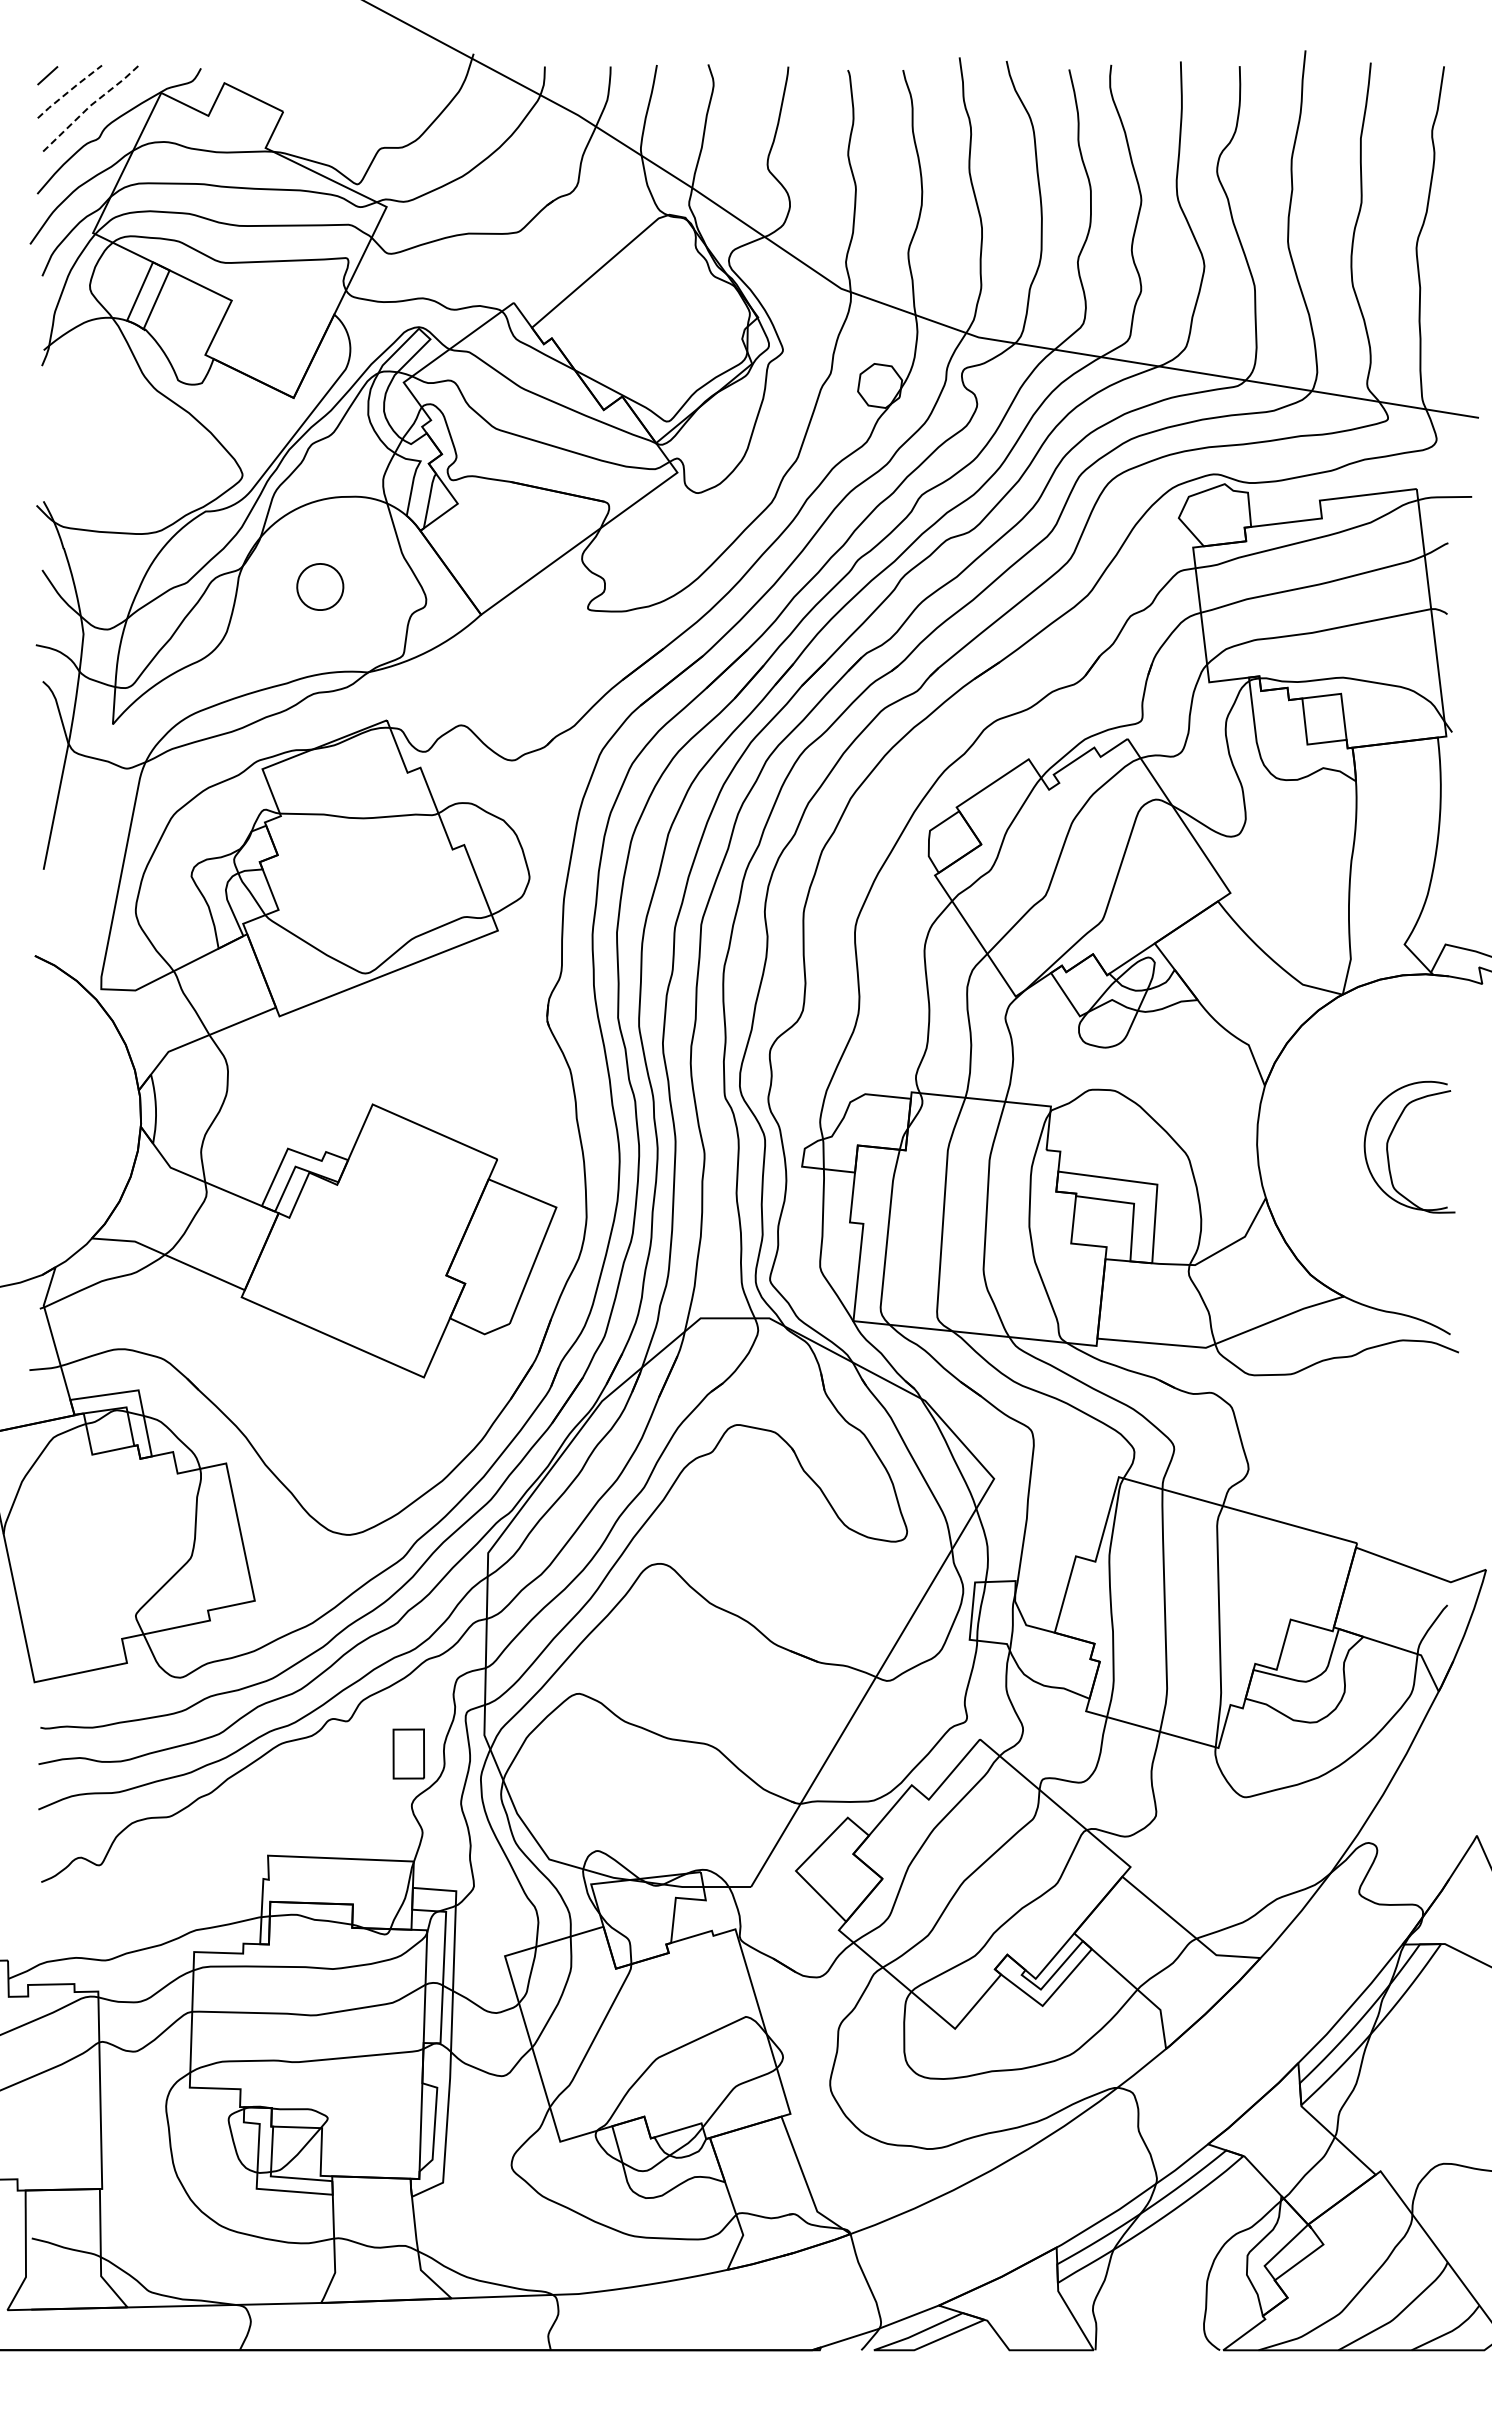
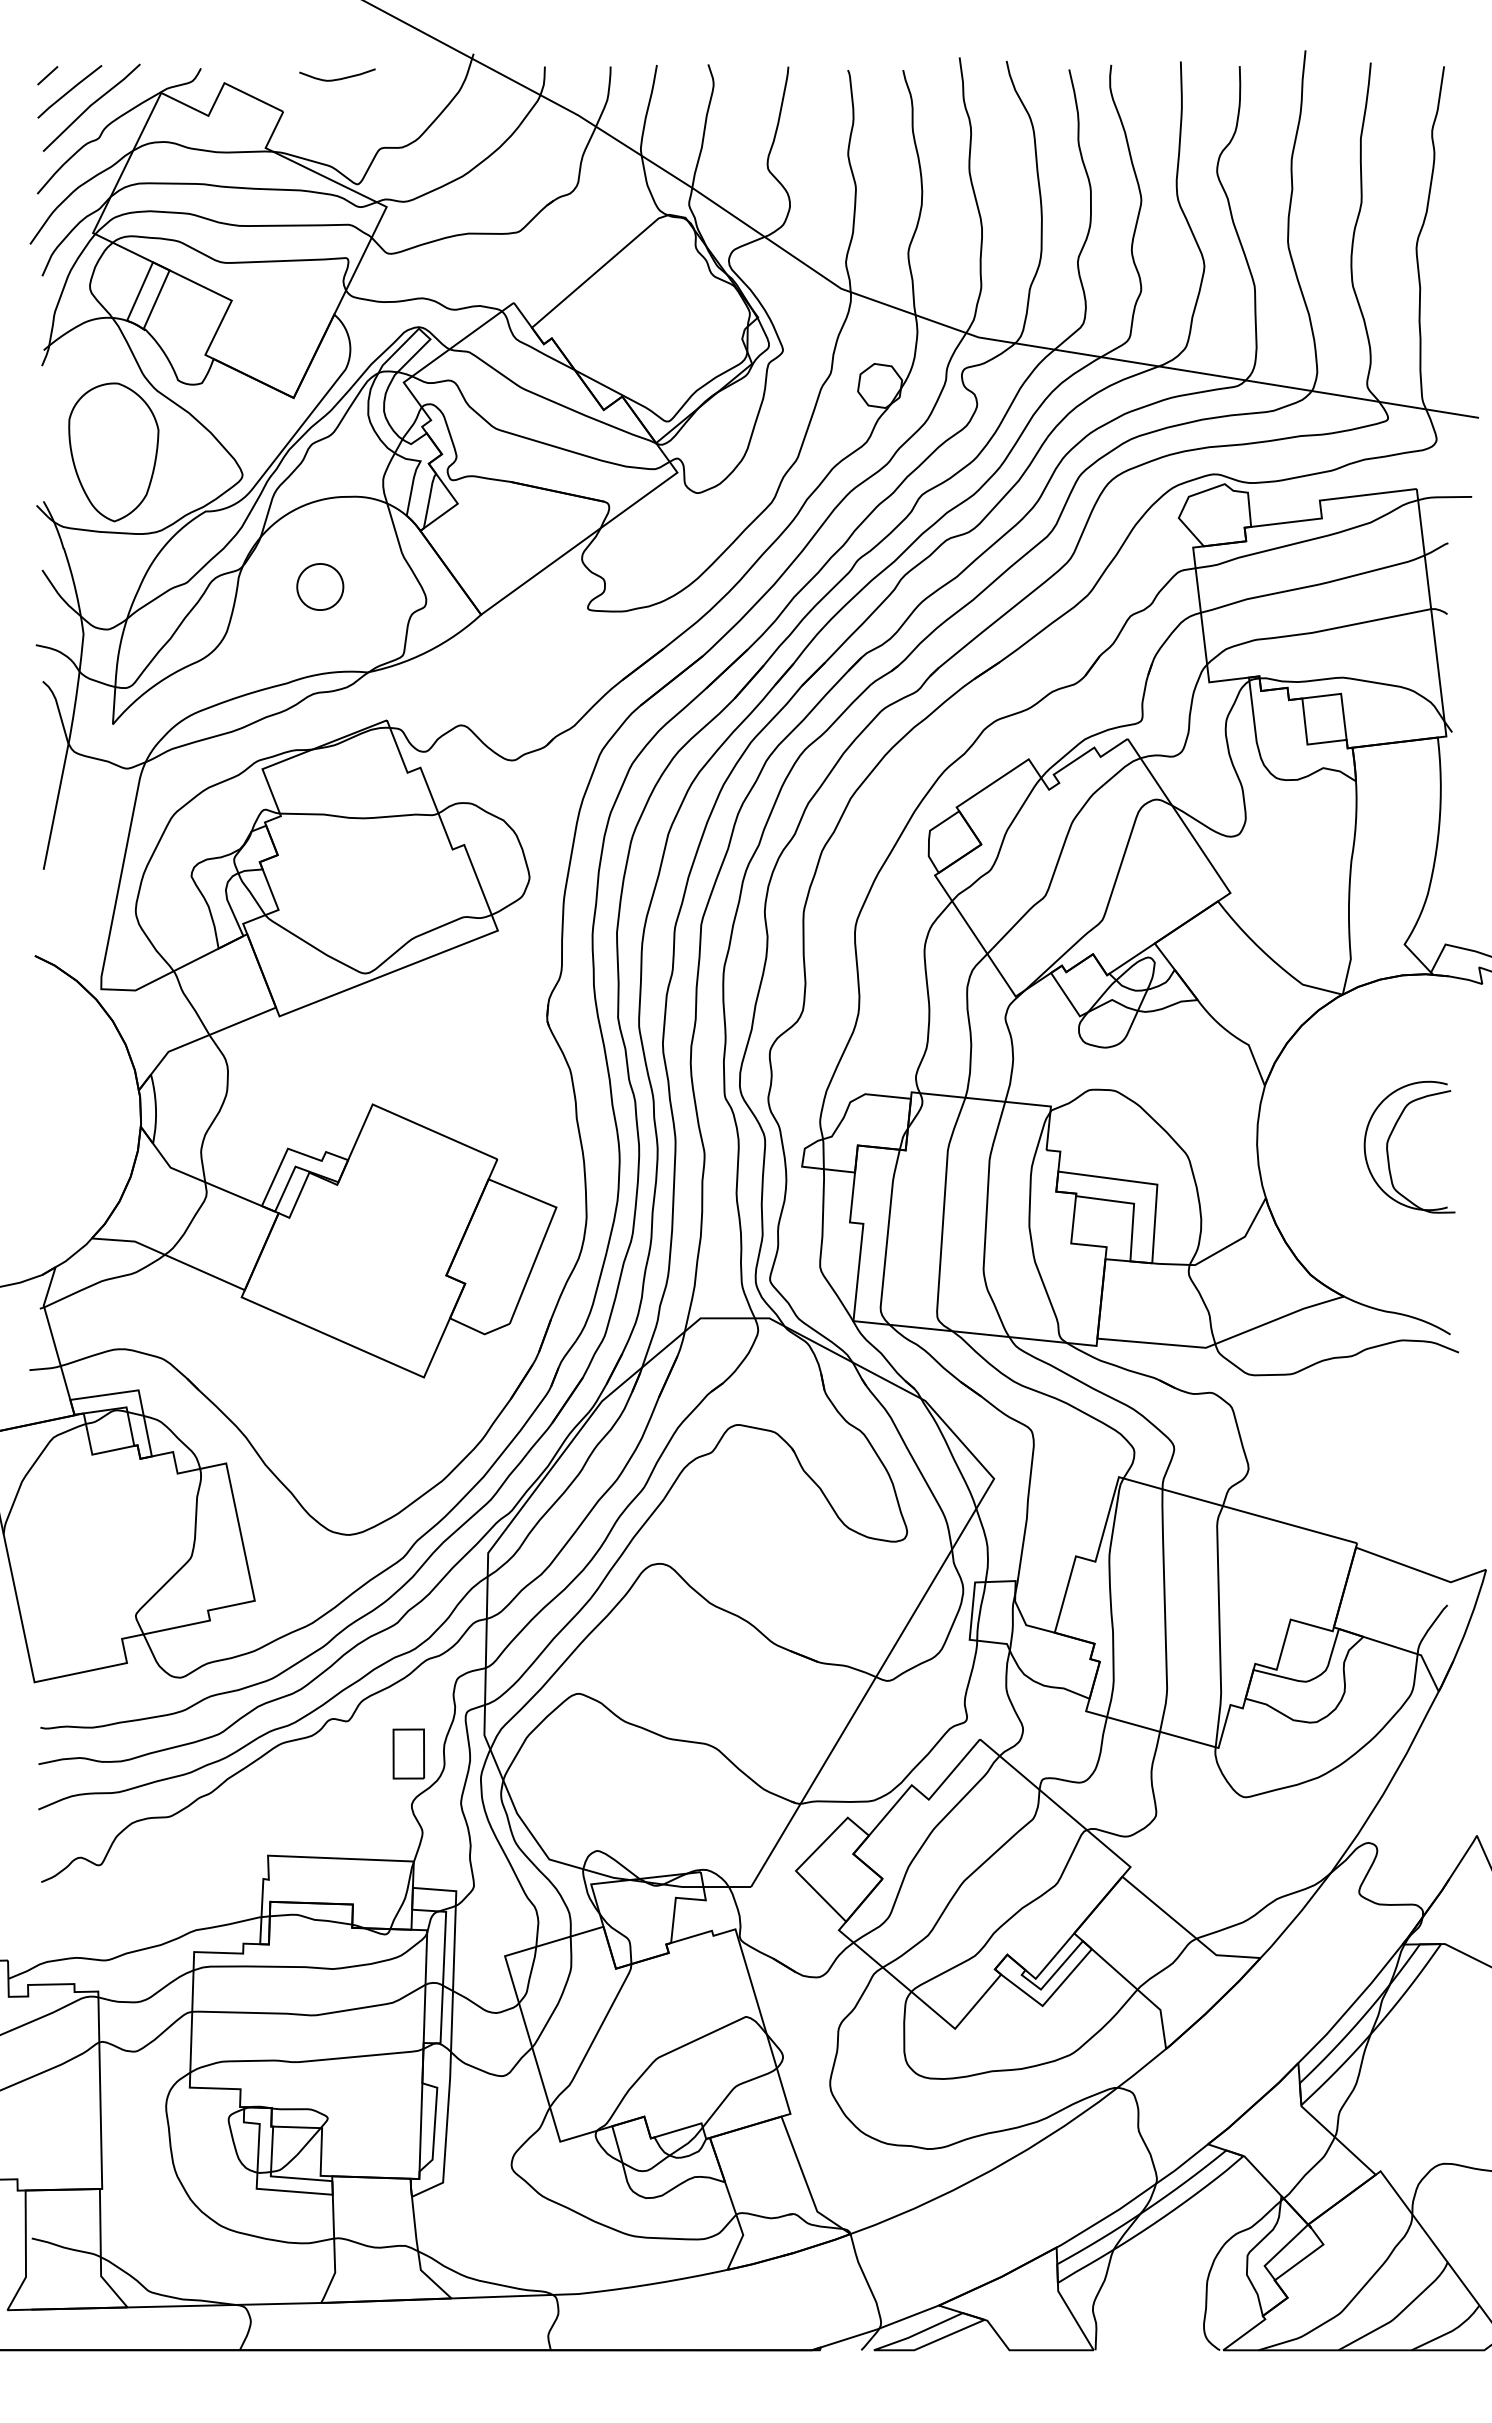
curve at (337, 78): none -> present
line at (69, 91): dashed -> solid
line at (90, 105): dashed -> solid
part at (113, 452): none -> present
